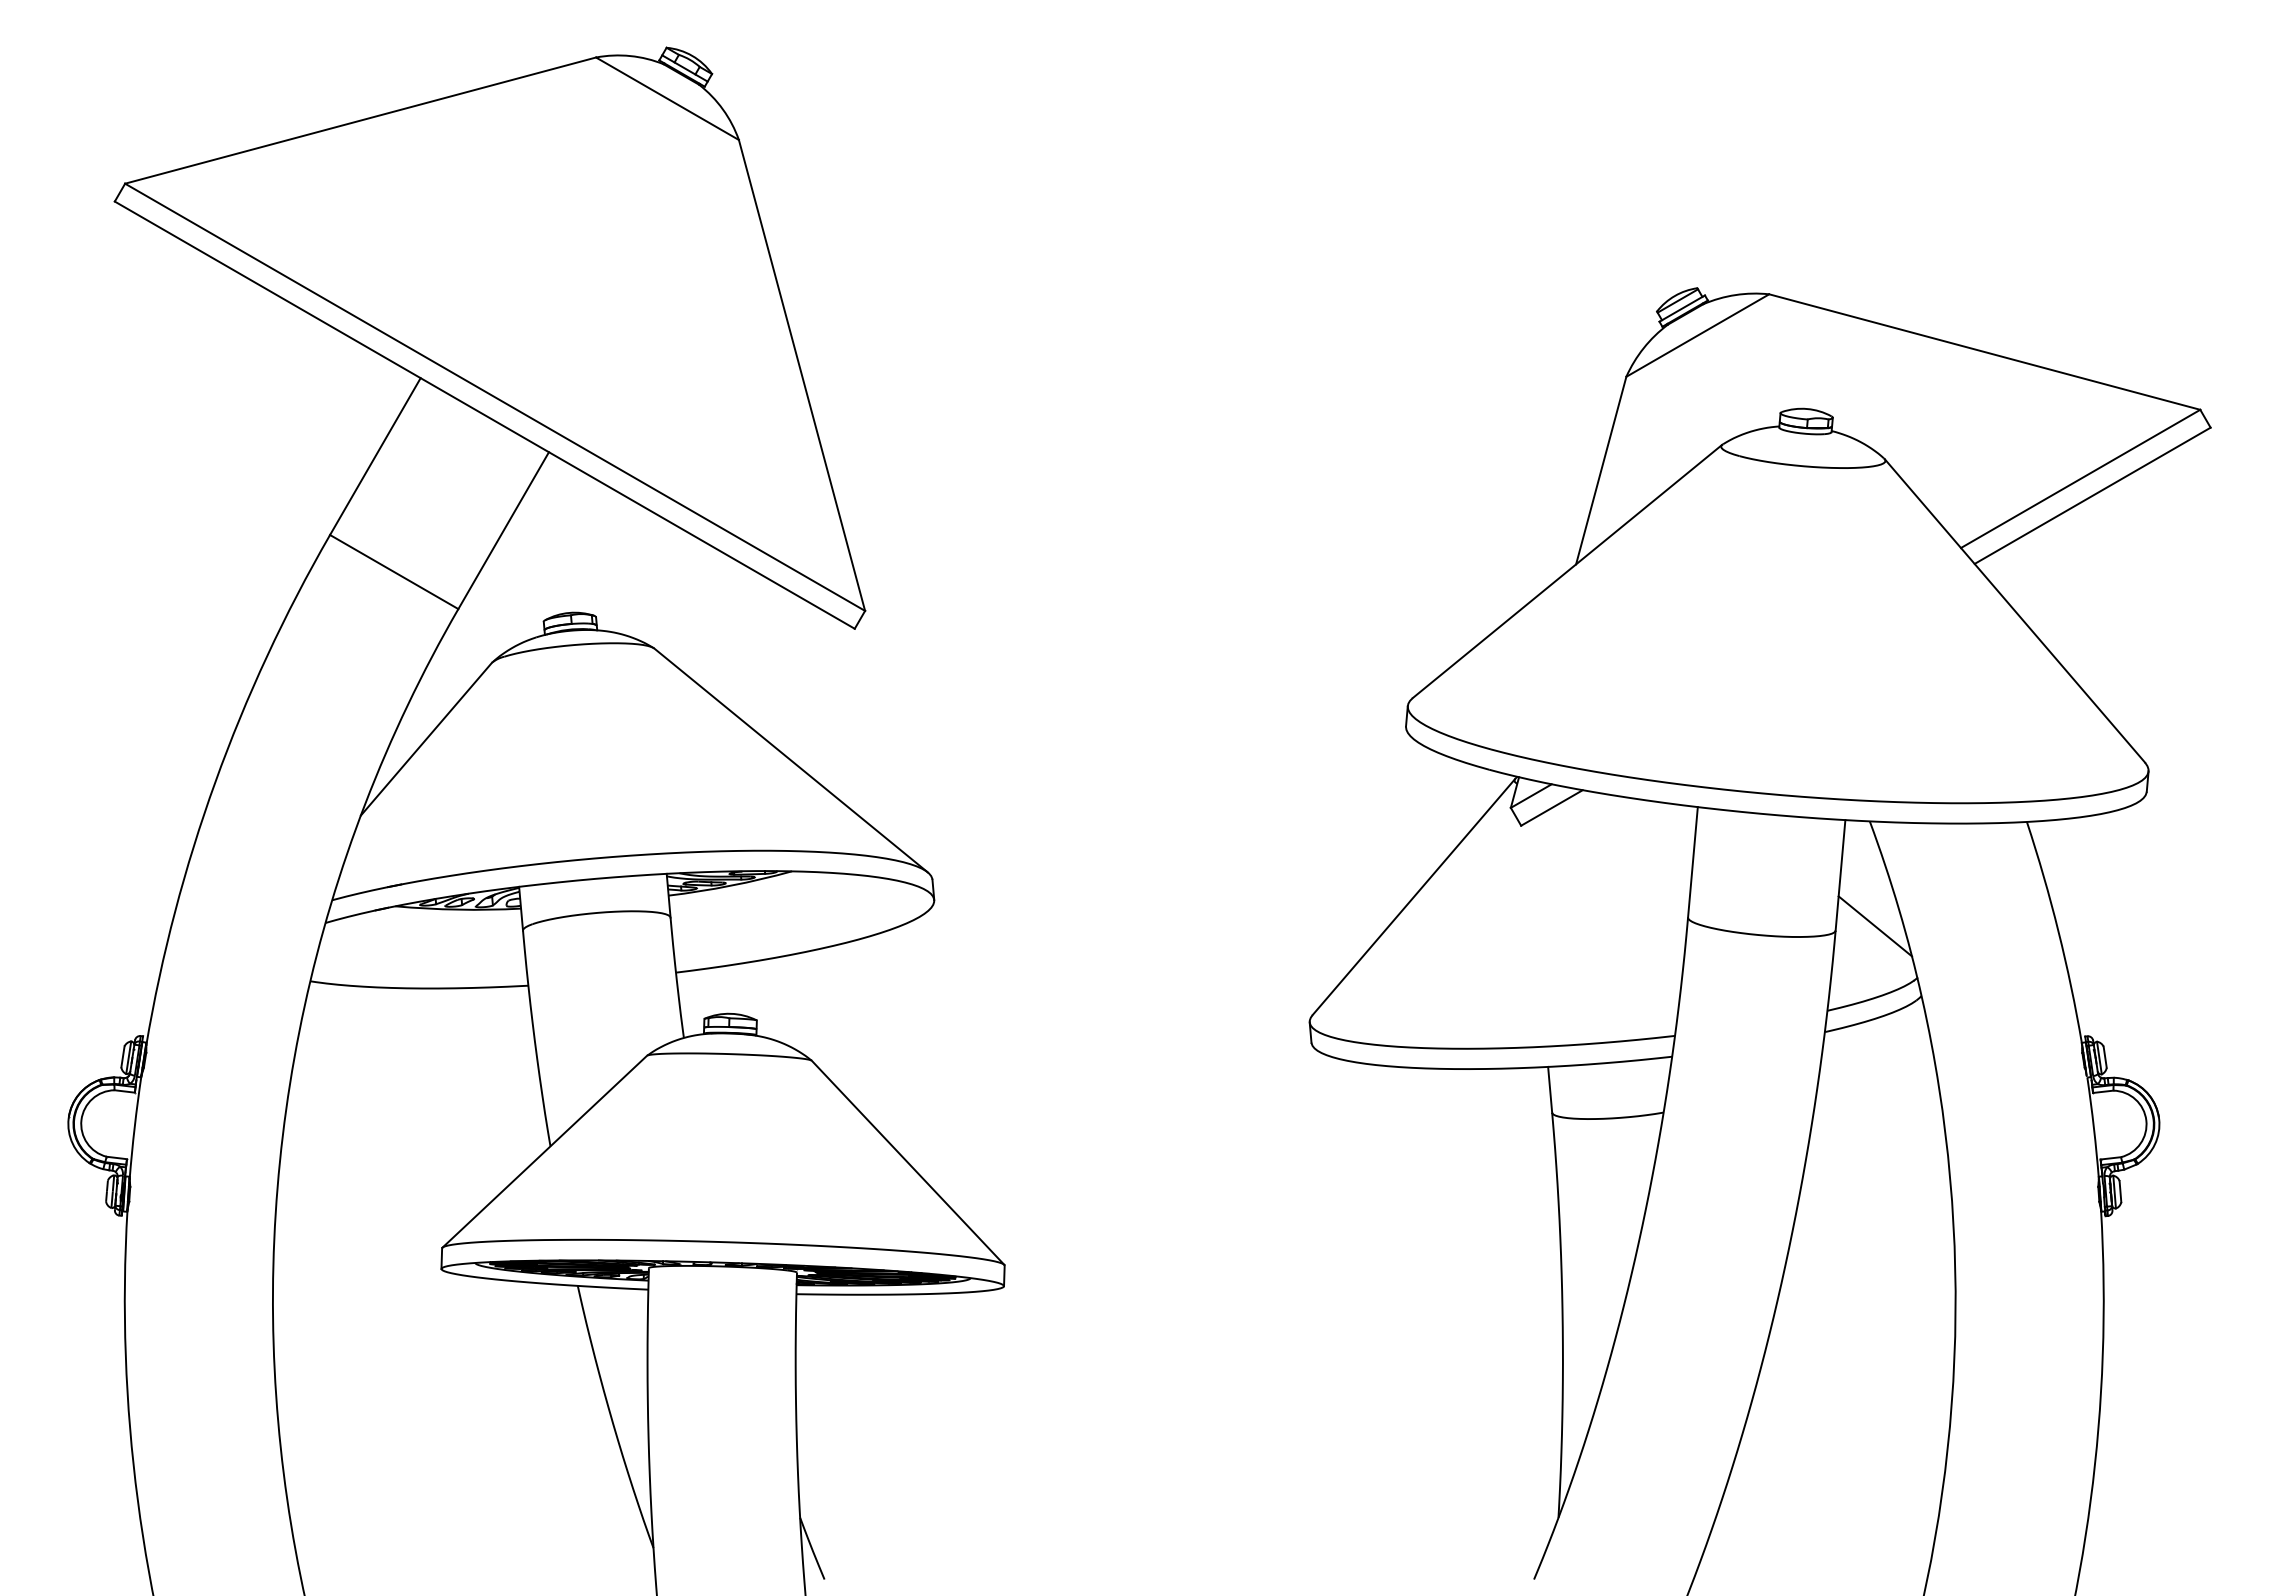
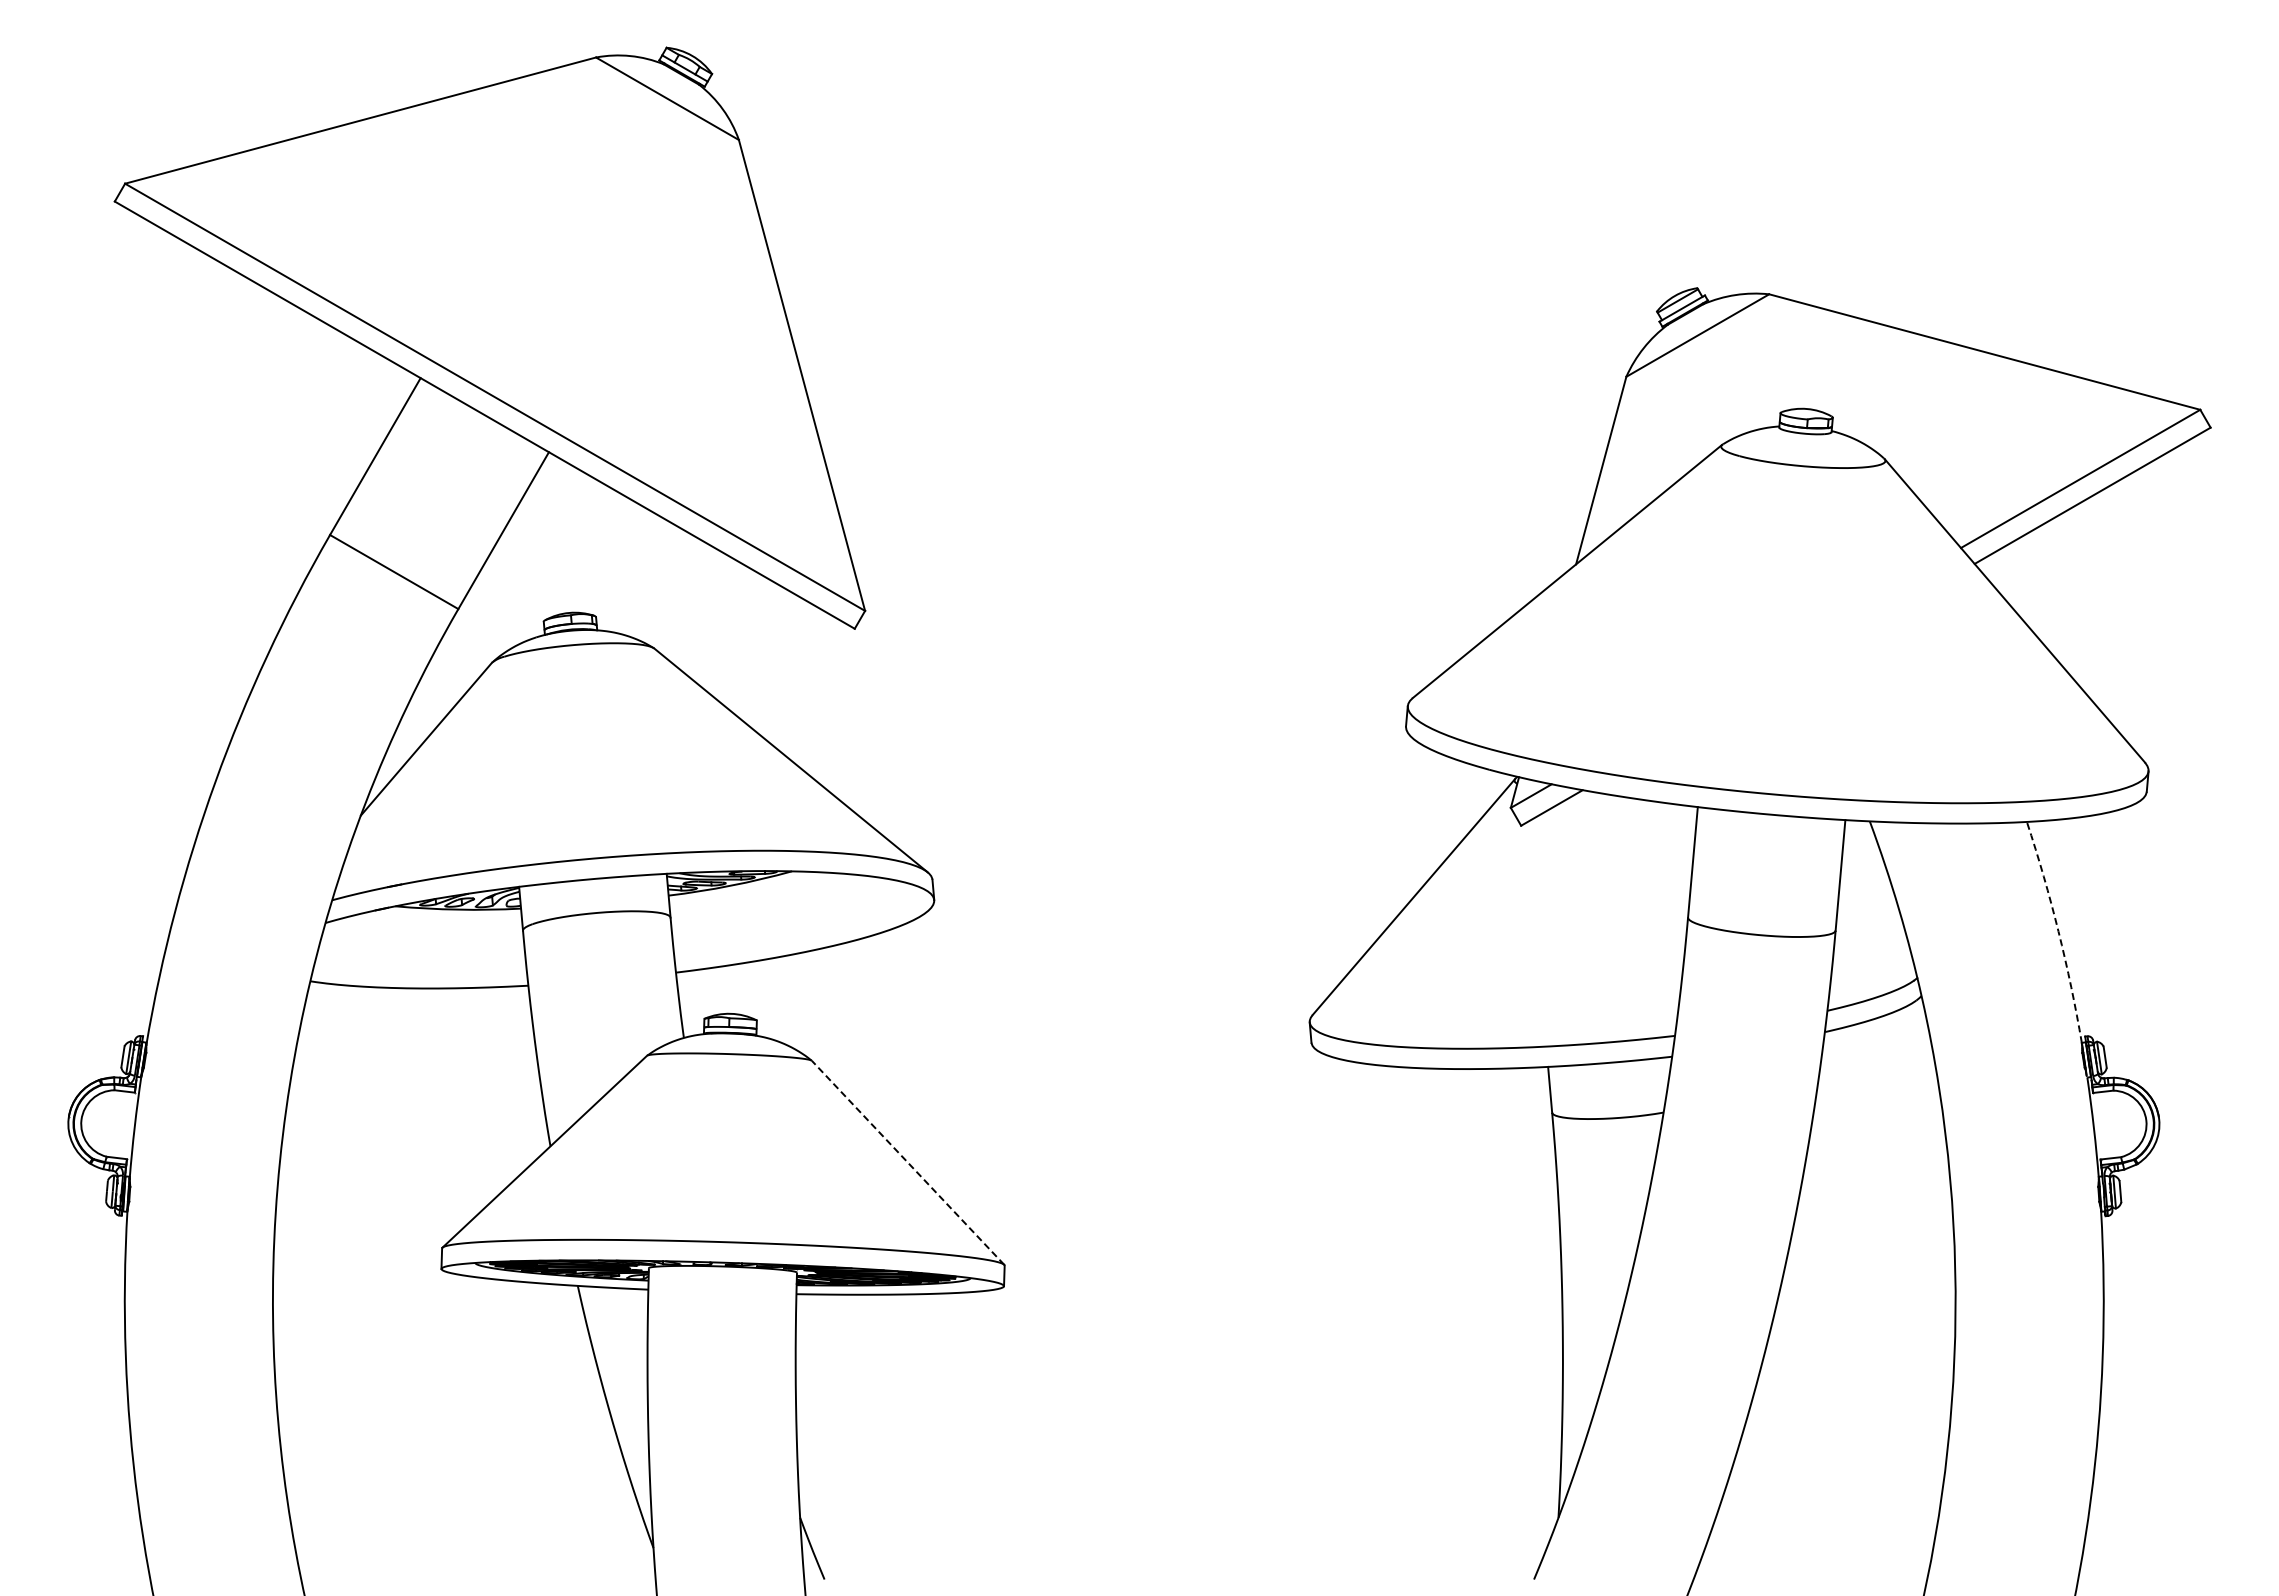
line at (1875, 926): present -> none
arc at (2058, 931): solid -> dashed
line at (907, 1162): solid -> dashed
